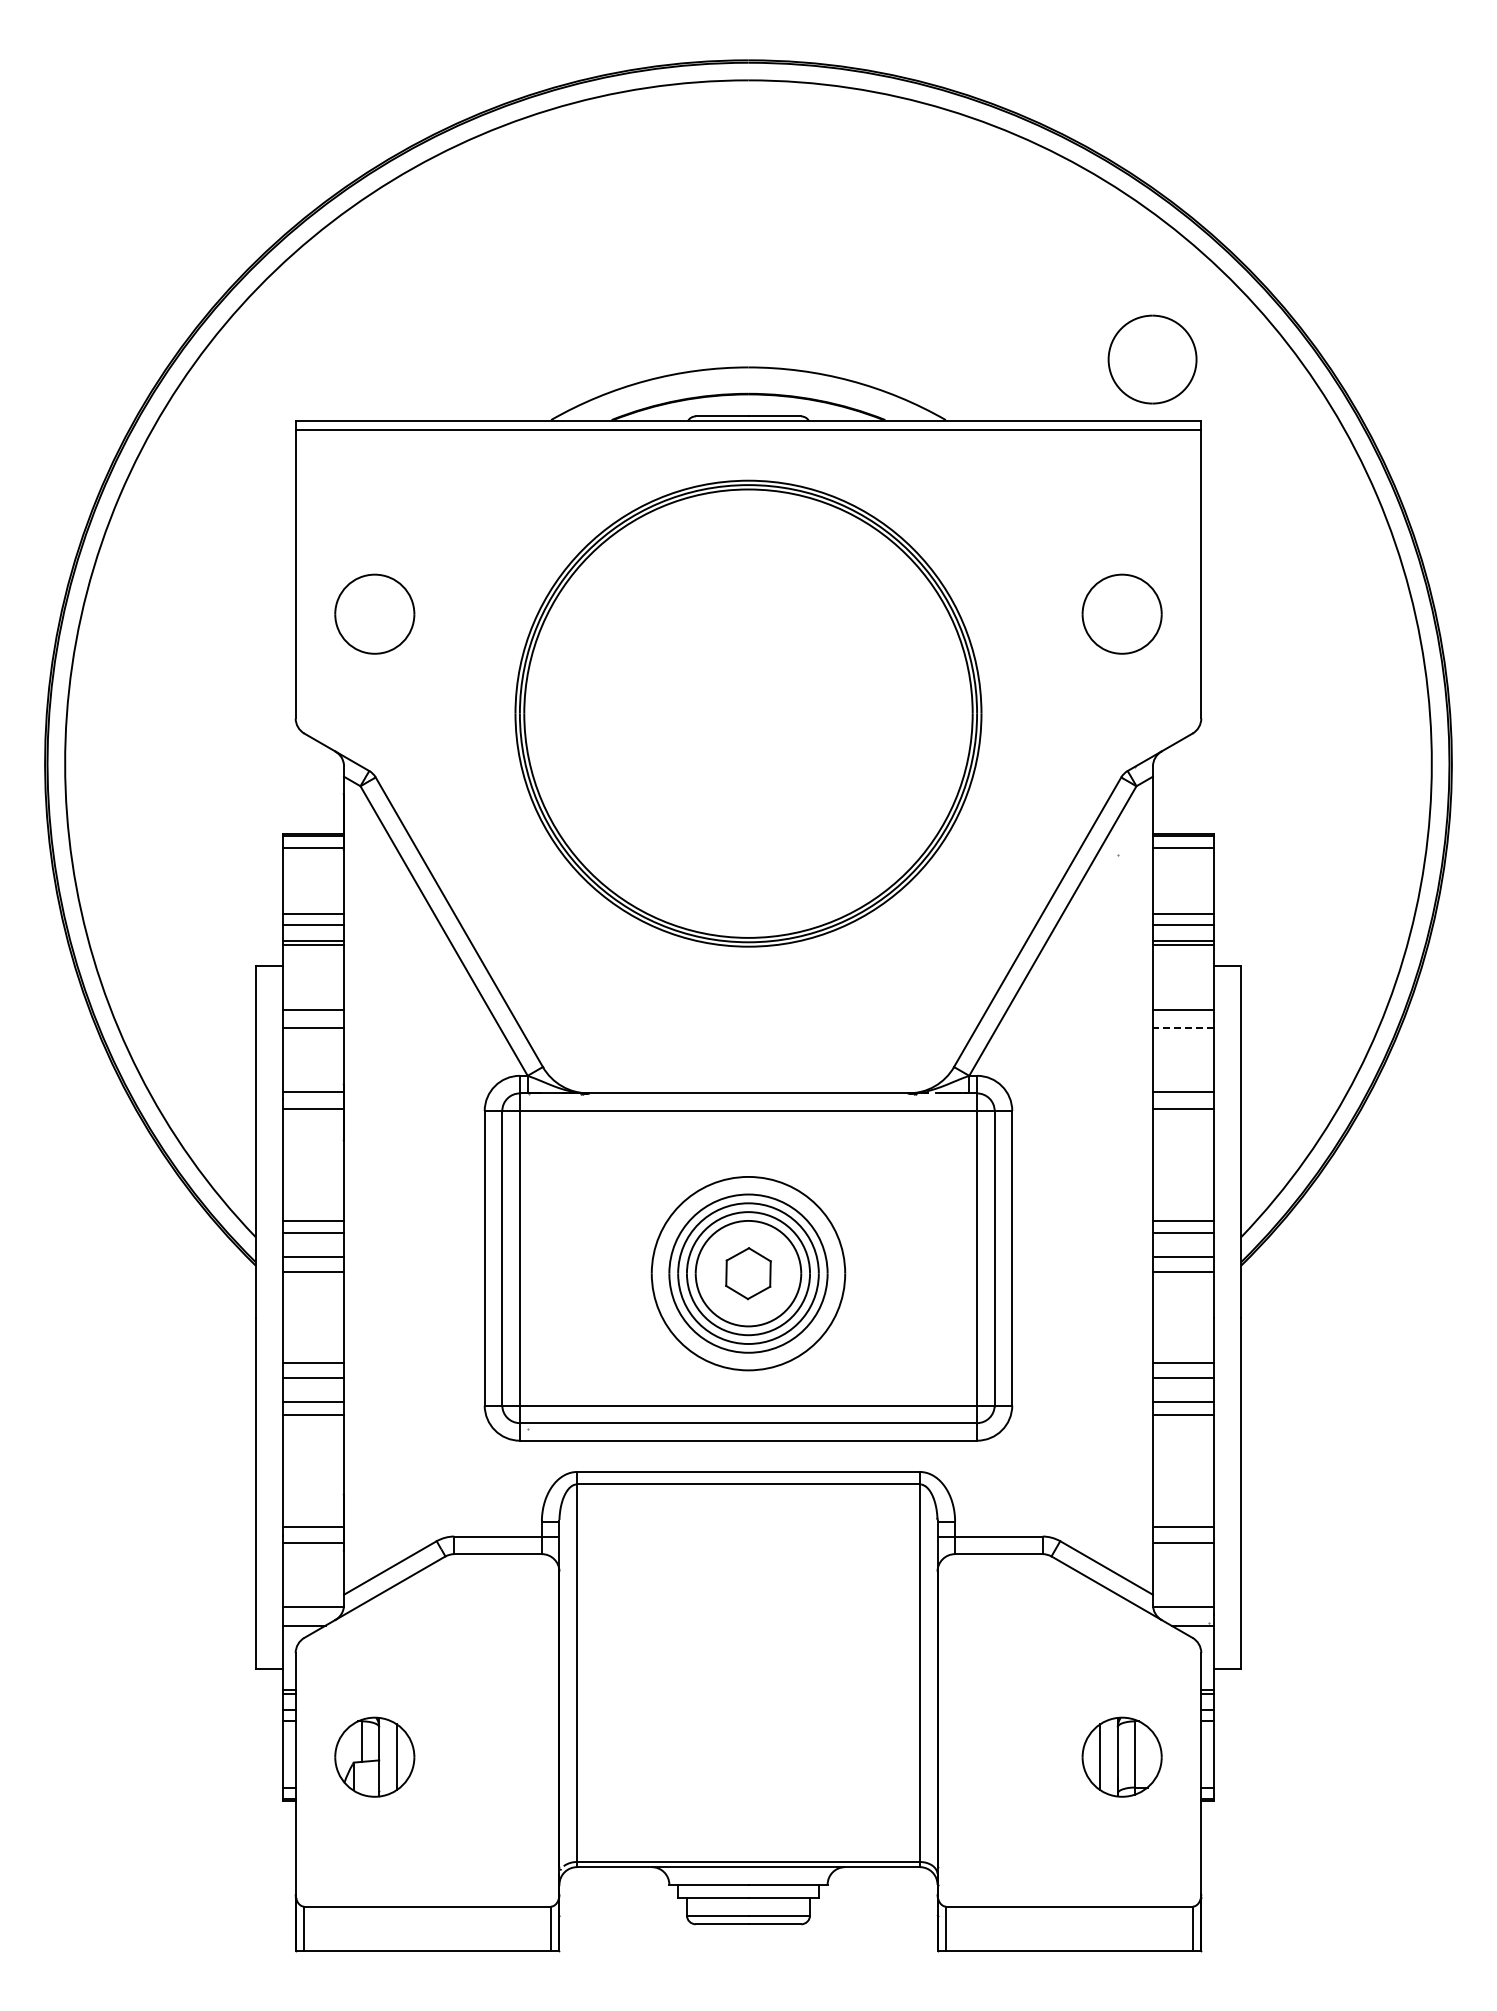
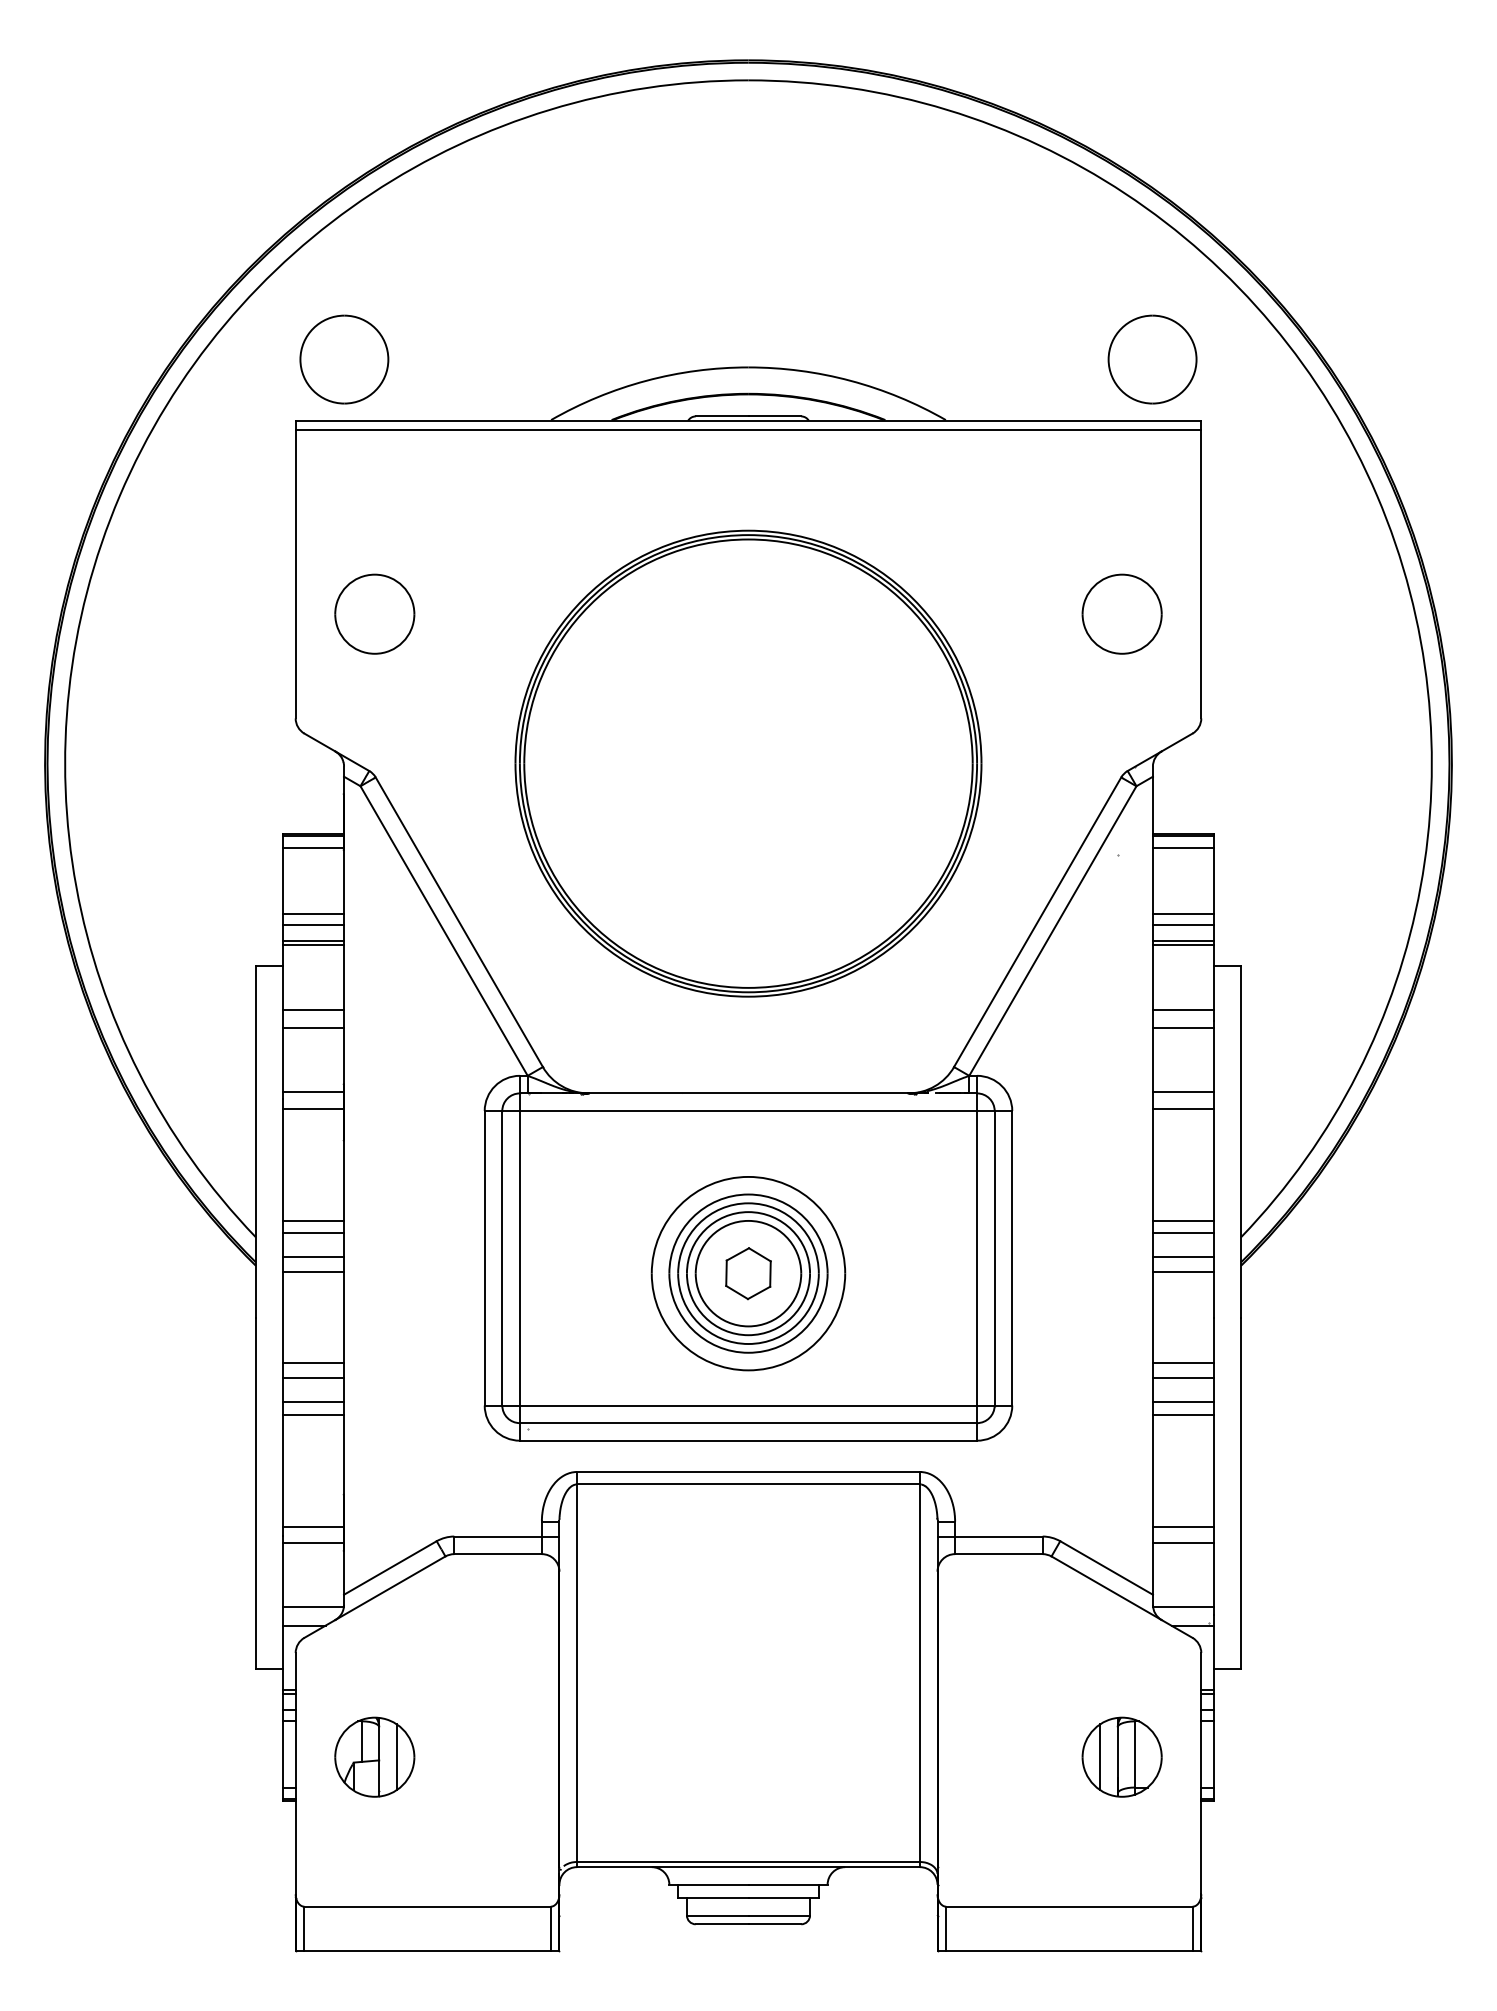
part at (344, 359): none -> present
part at (748, 713) position: (748, 713) -> (748, 763)
line at (1183, 1028): dashed -> solid
